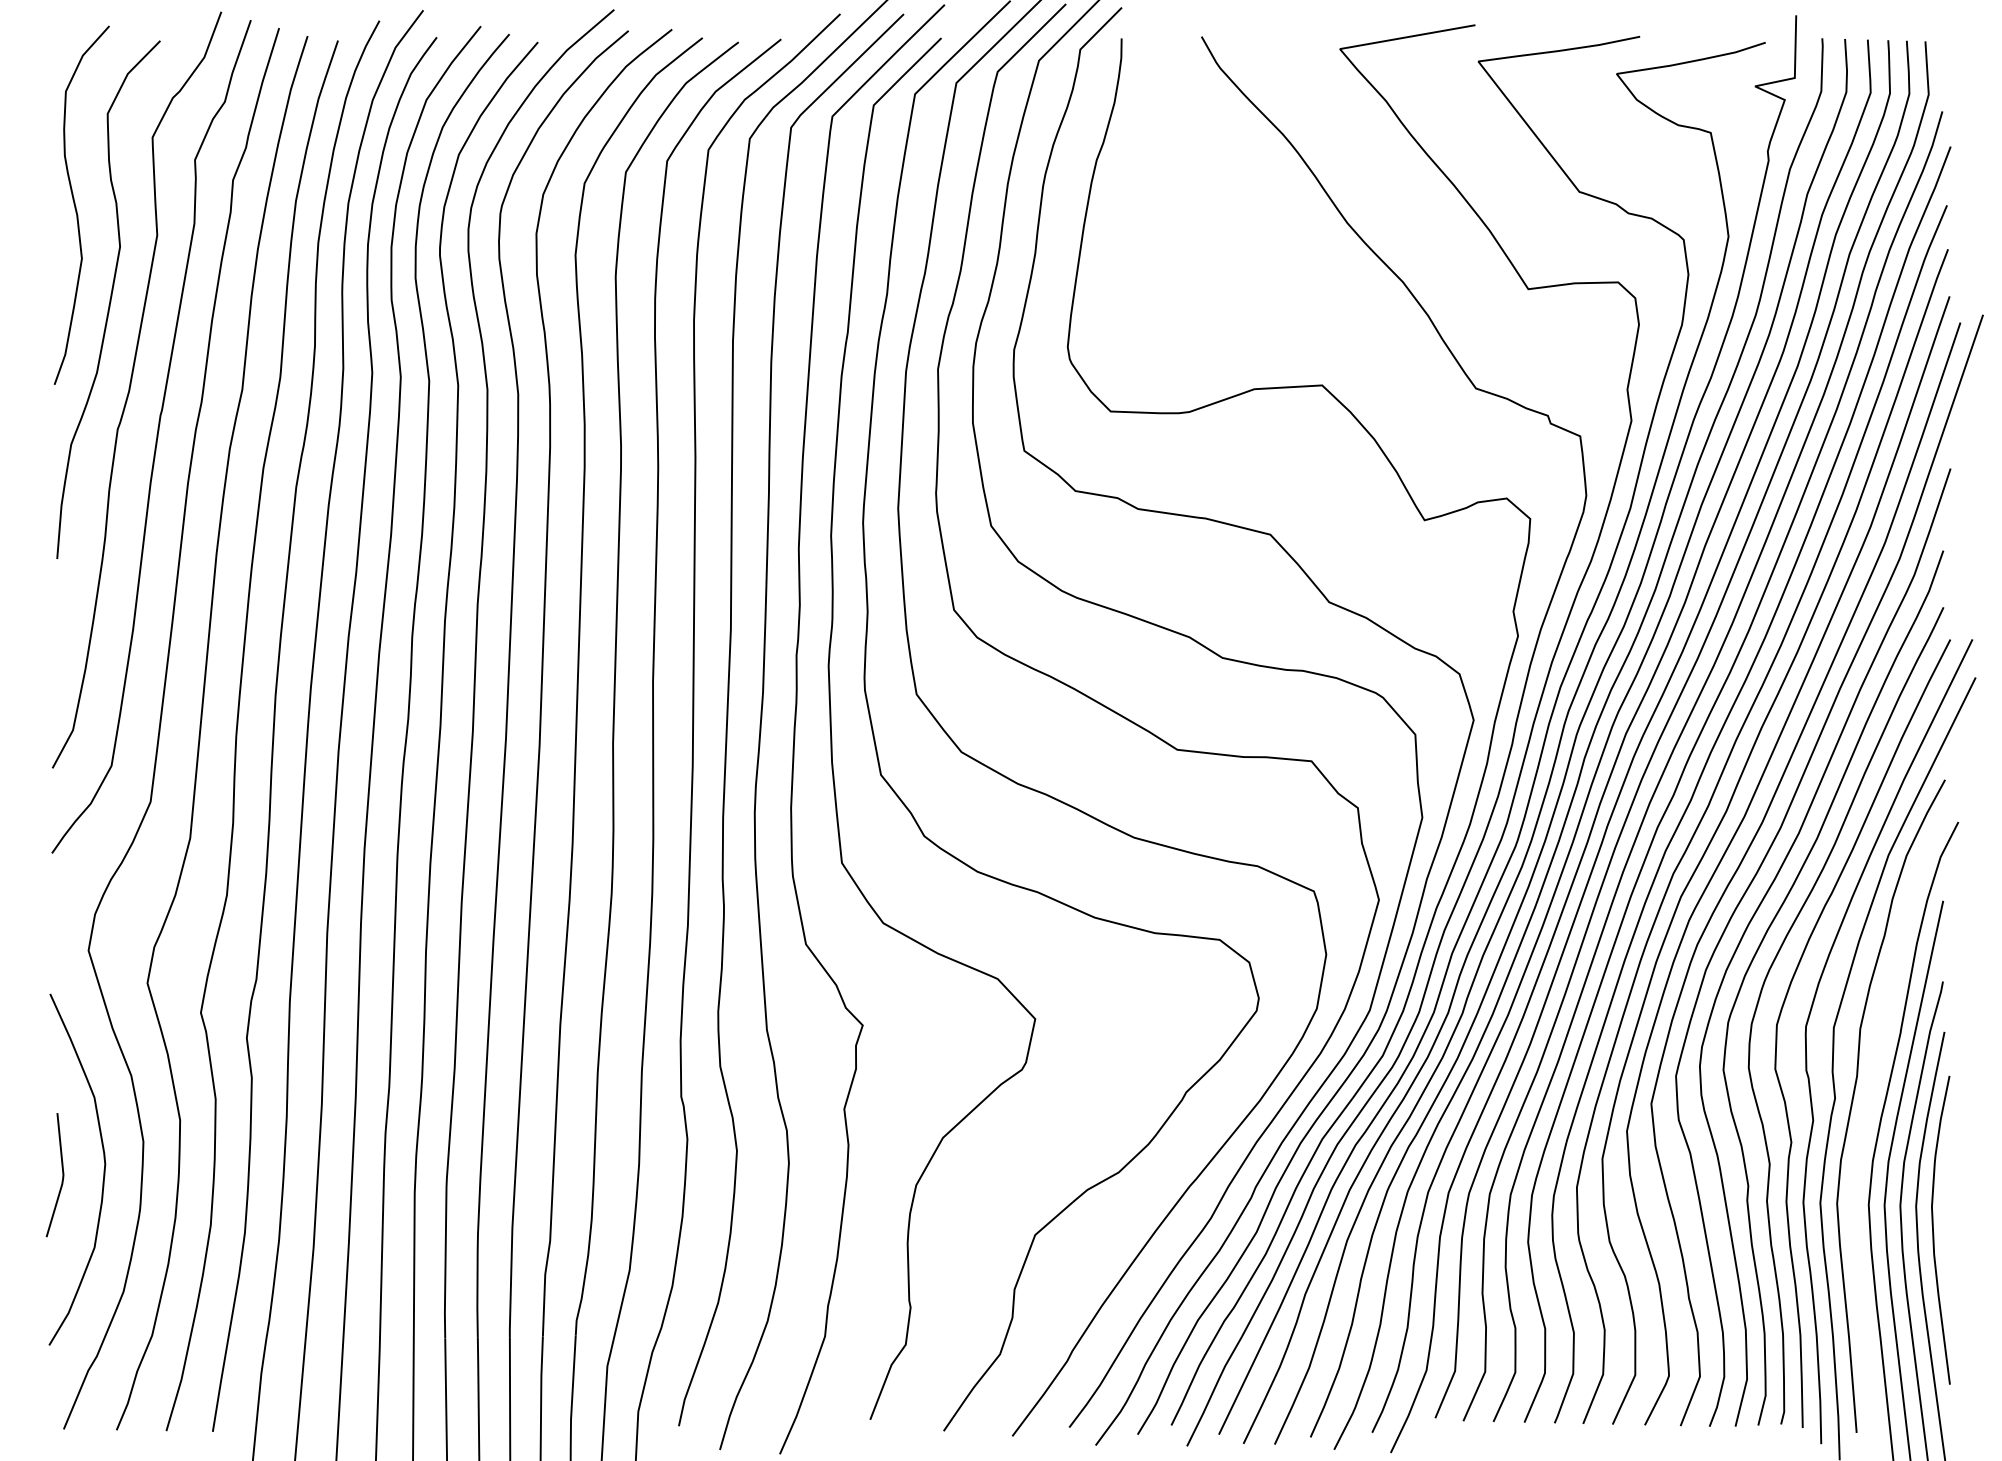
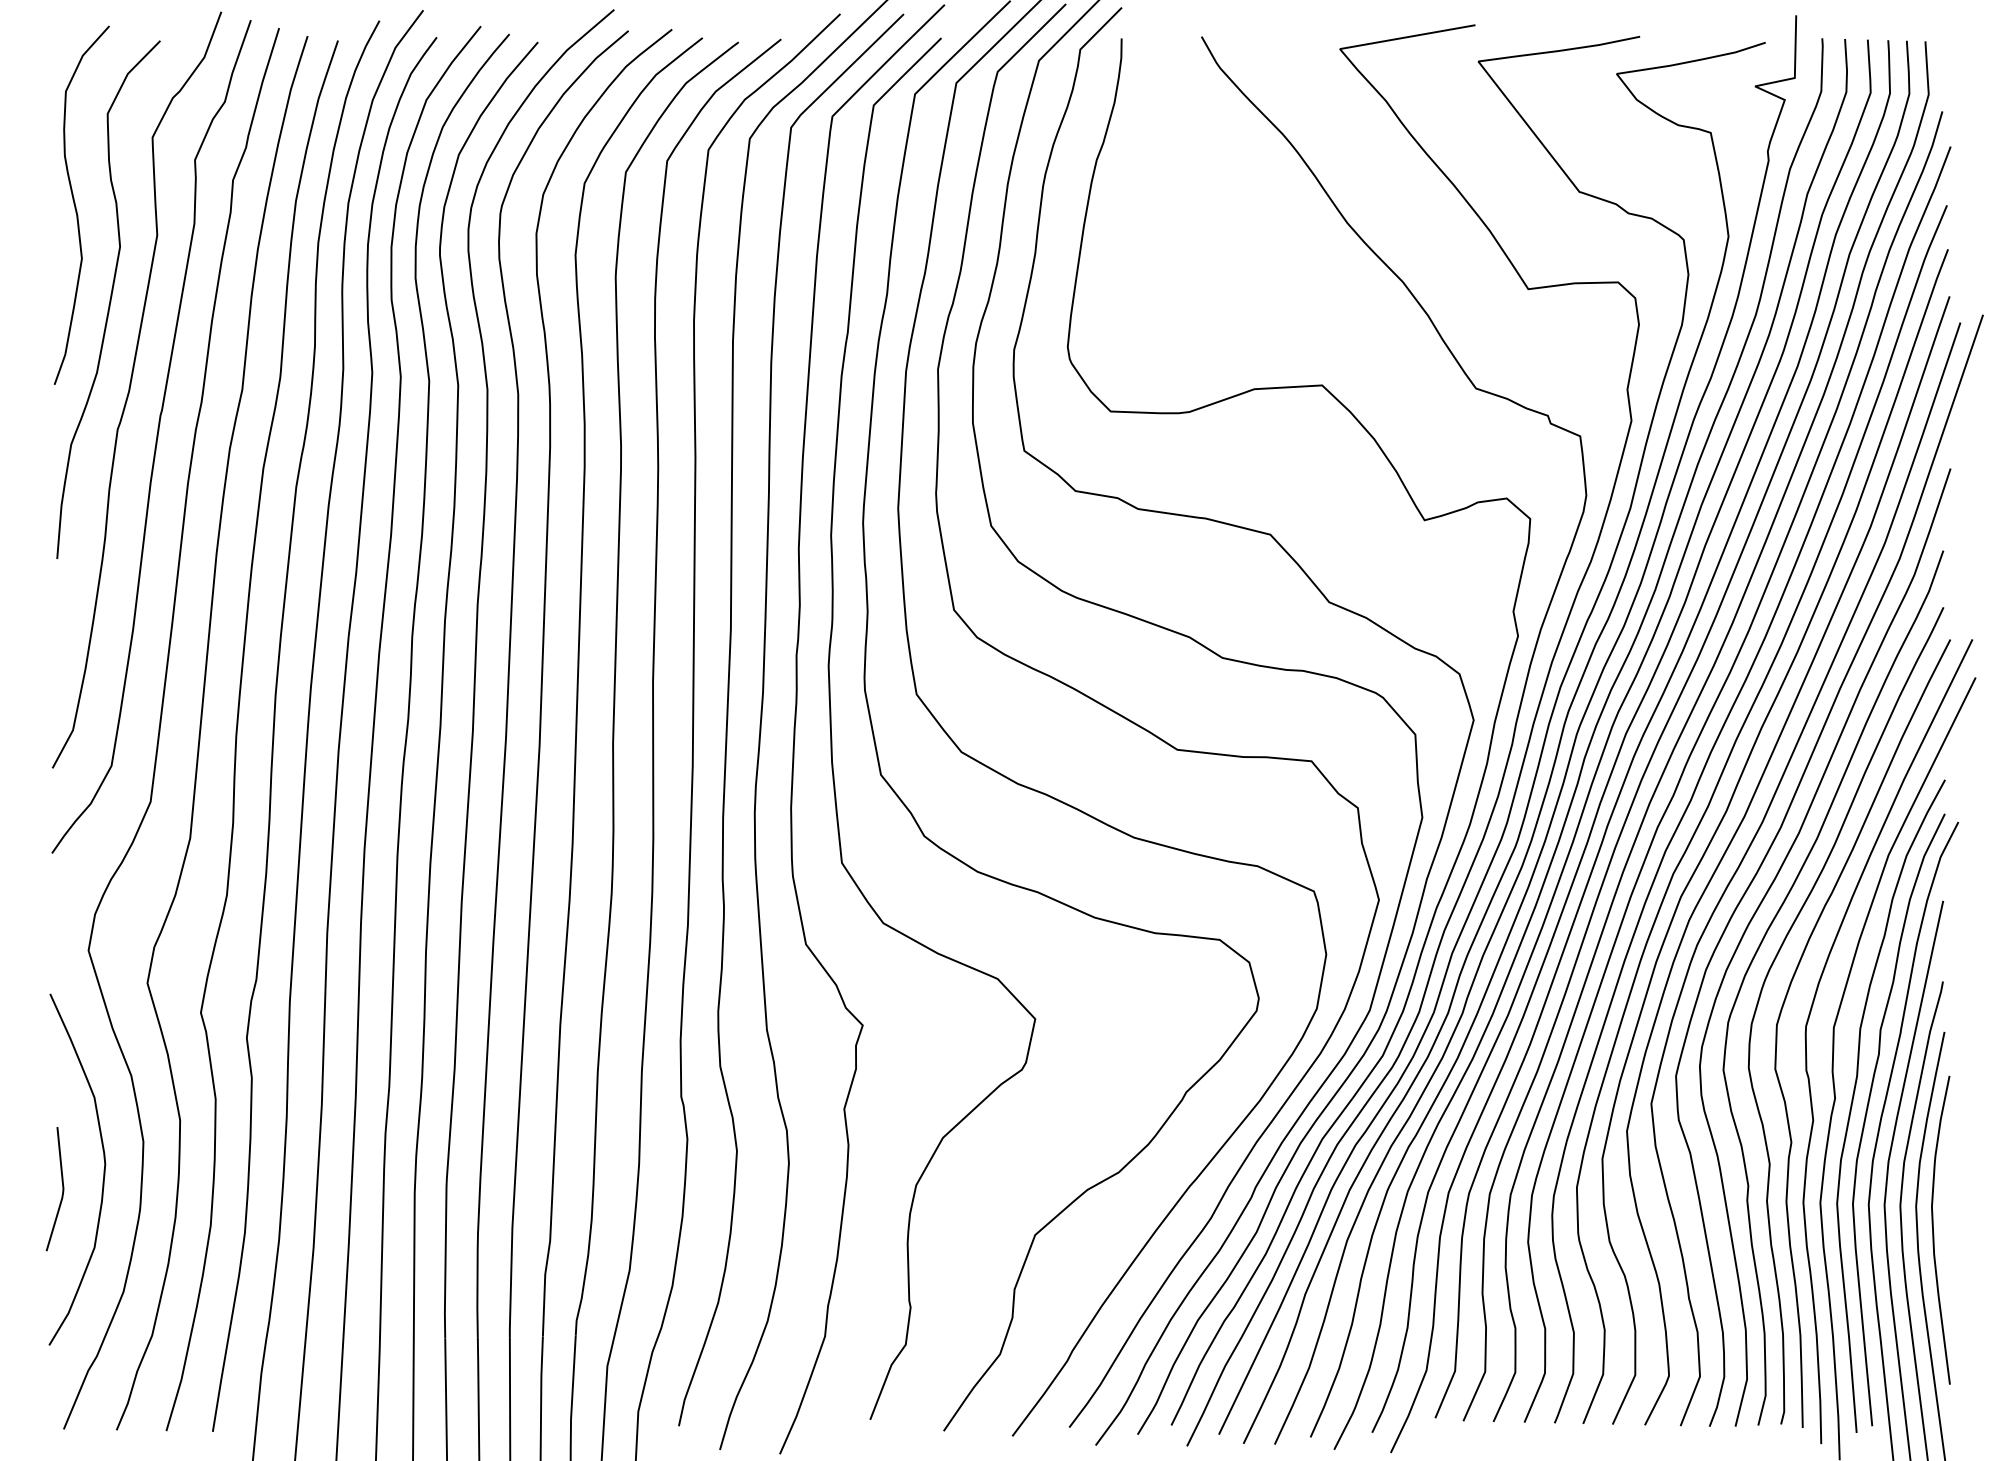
curve at (1867, 1113): none -> present
line at (62, 1175) position: (62, 1175) -> (62, 1189)
